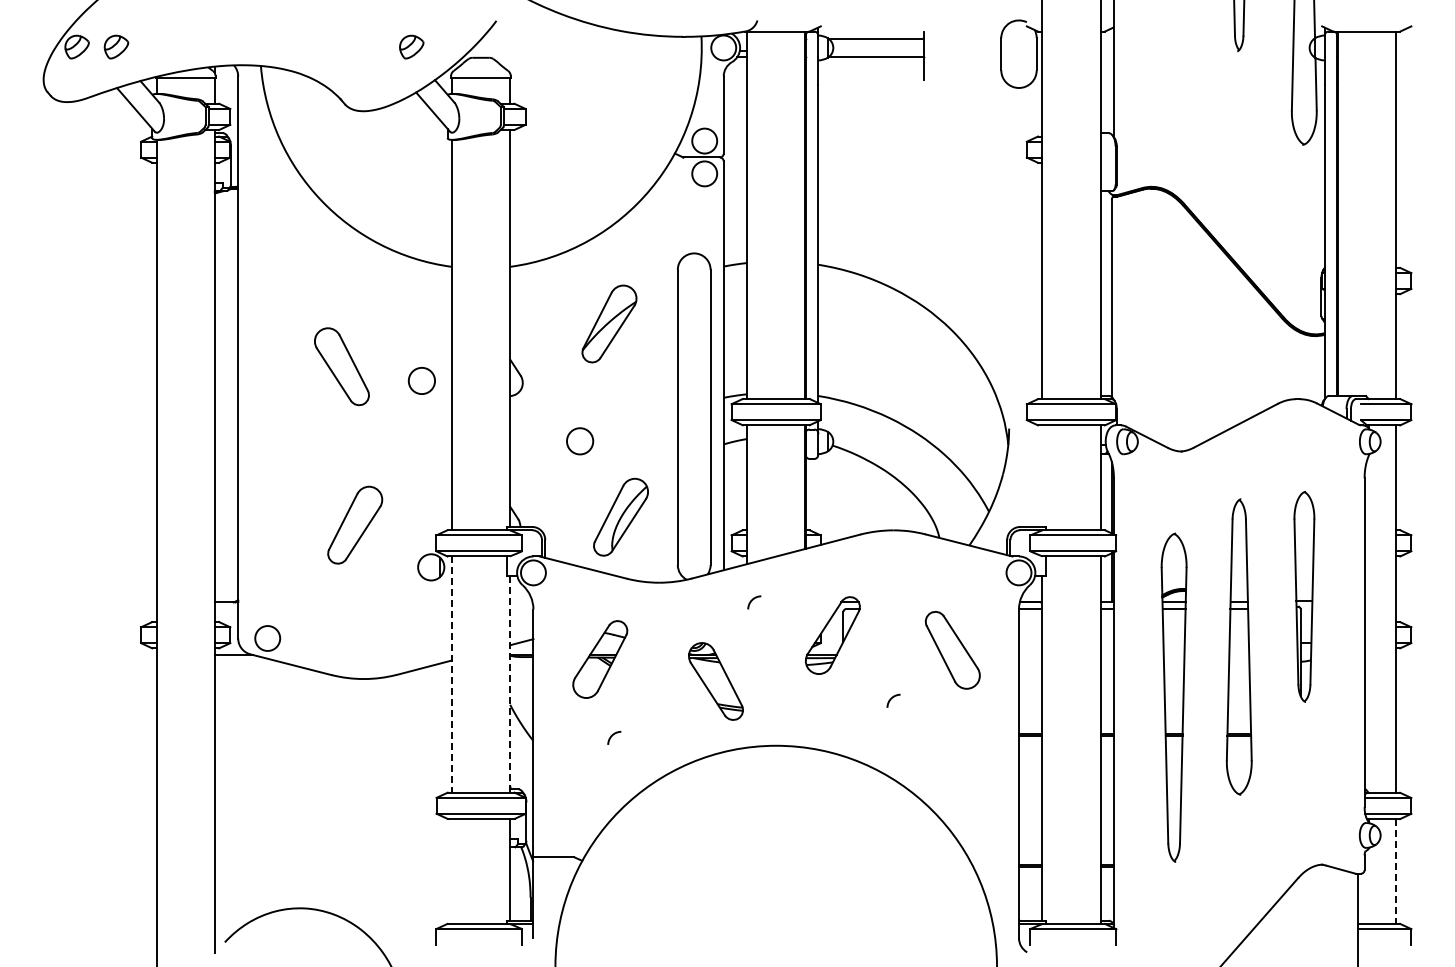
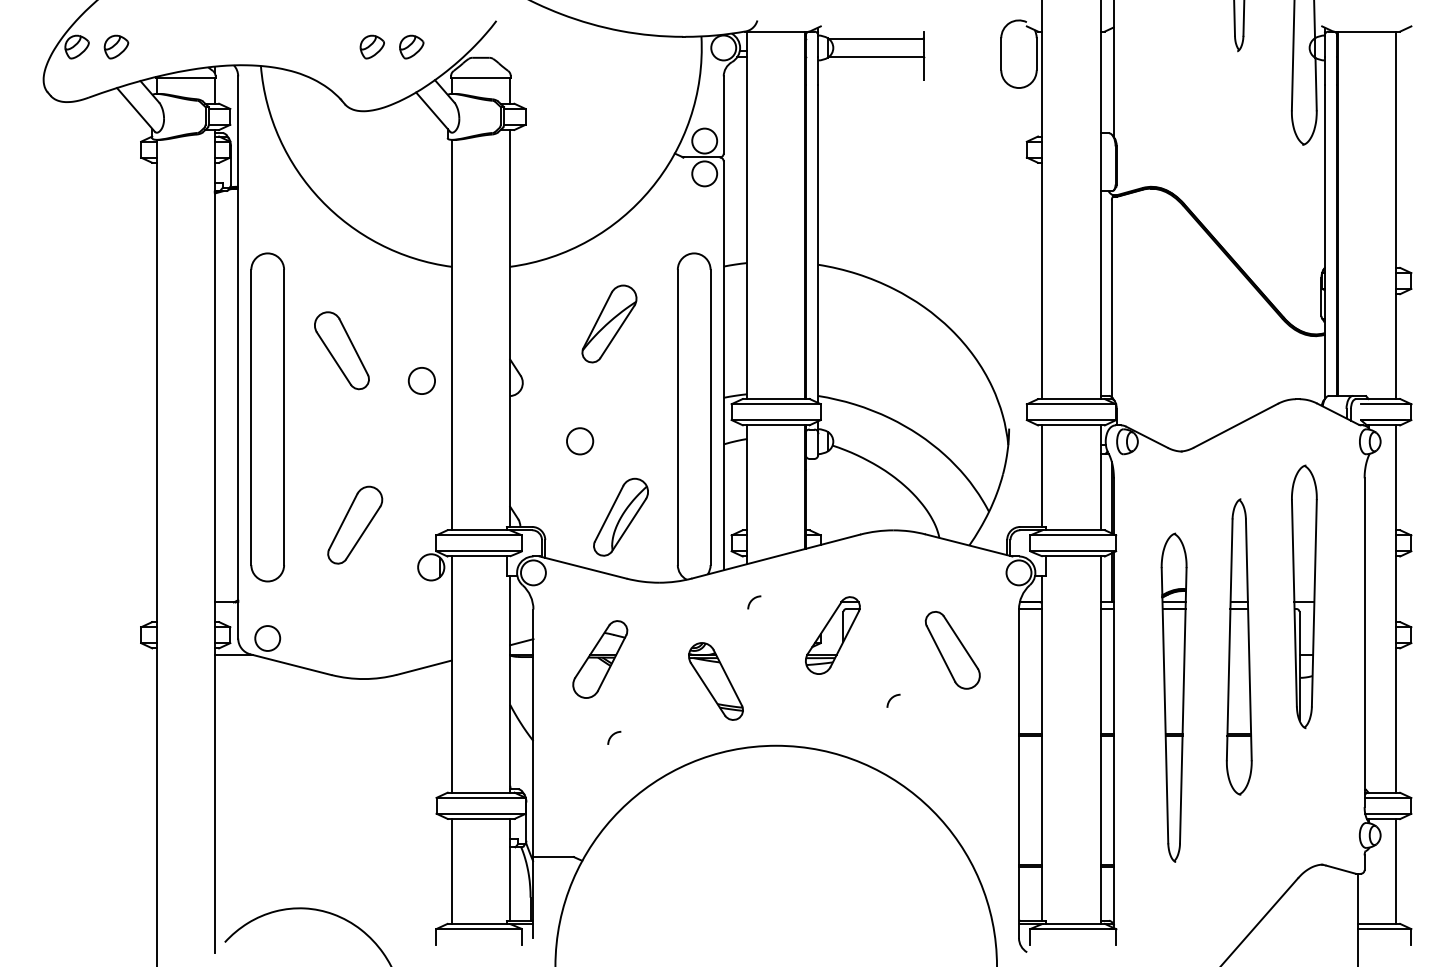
part at (371, 46): none -> present
part at (341, 366) position: (341, 366) -> (341, 350)
part at (267, 417): none -> present
line at (1042, 475): none -> present
part at (1304, 596) size: 23x212 px -> 27x266 px
line at (451, 675): dashed -> solid
line at (510, 685): dashed -> solid
line at (451, 870): none -> present
line at (1395, 871): dashed -> solid
